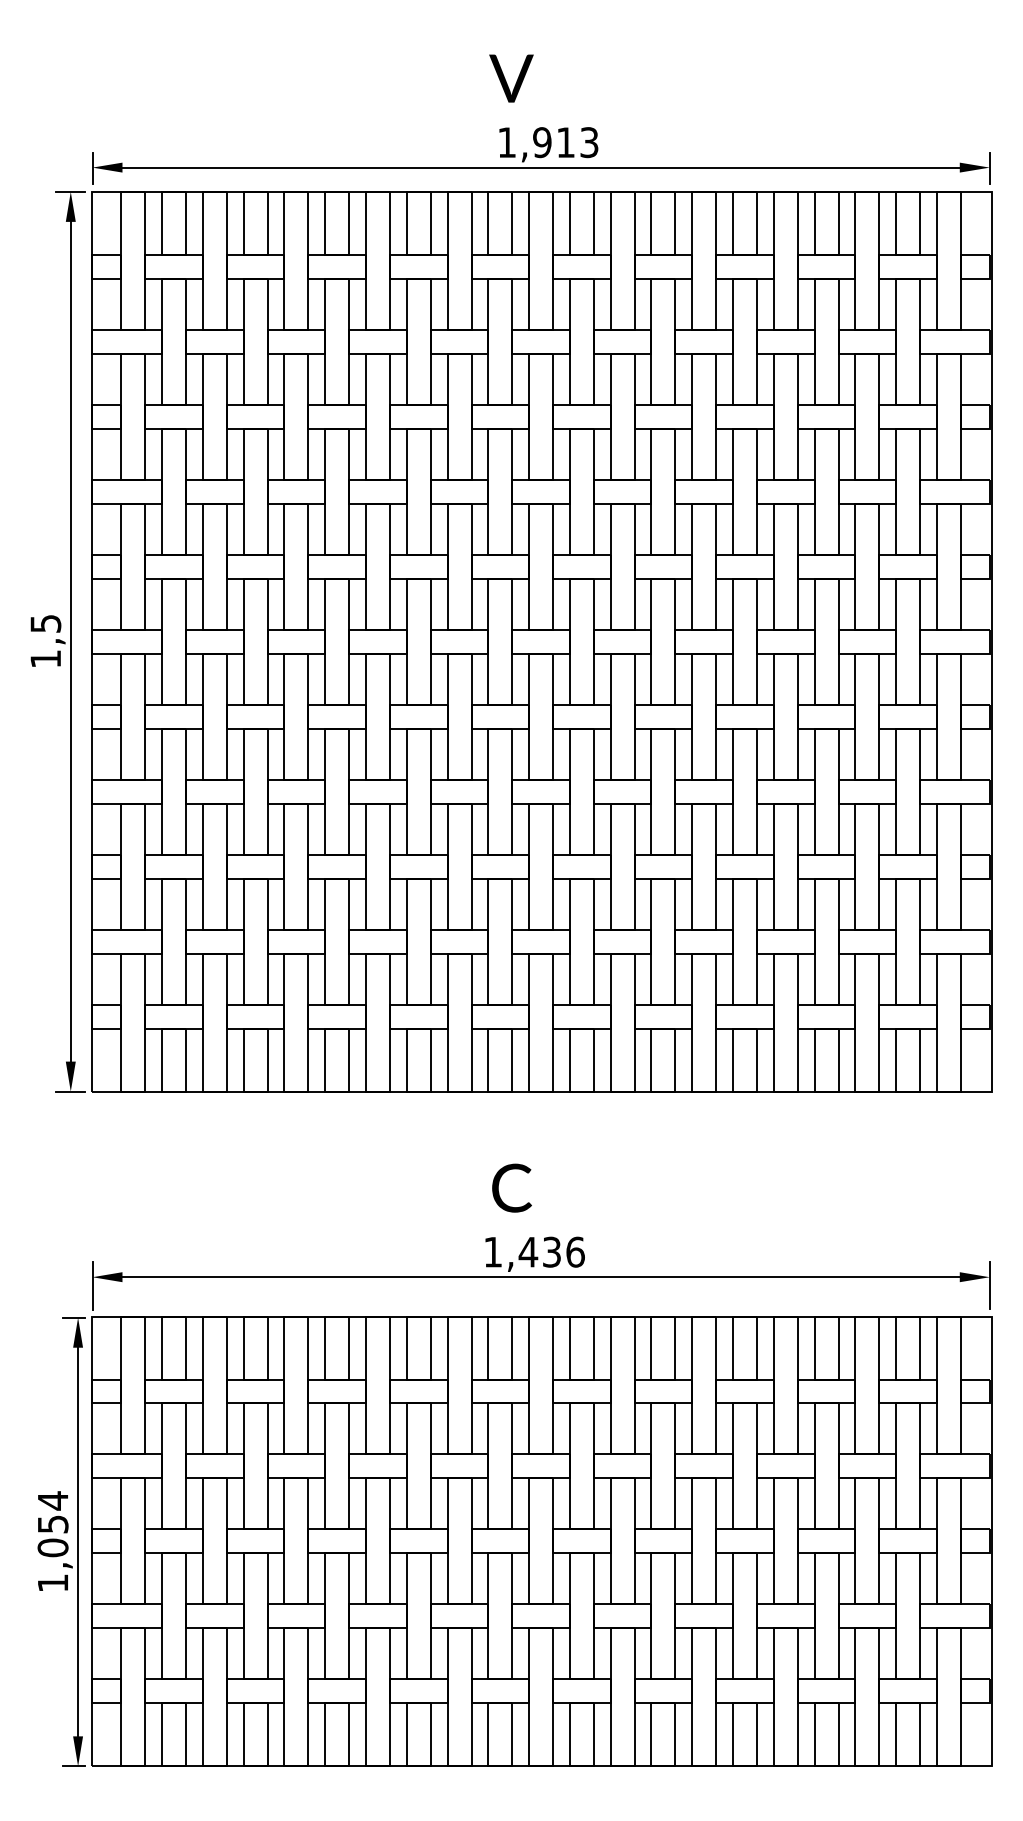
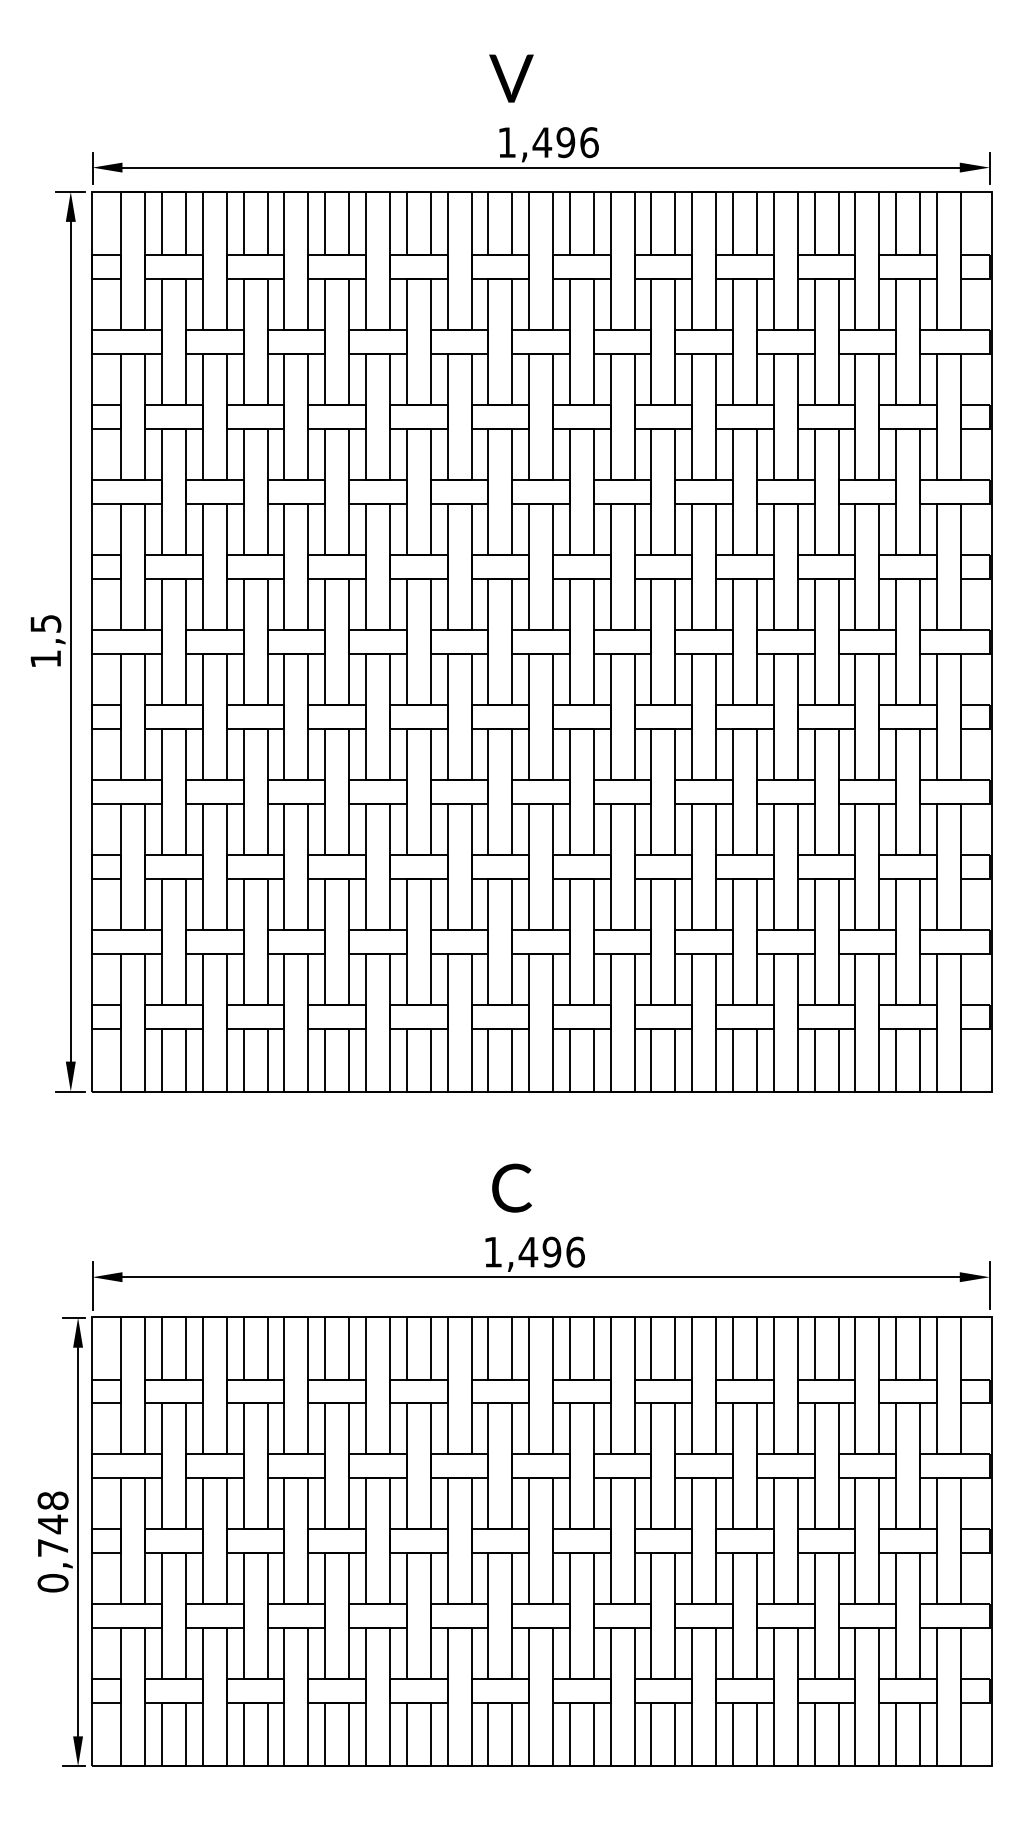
text at (565, 142): 1,913 -> 1,496
text at (551, 1251): 1,436 -> 1,496
text at (52, 1541): 1,054 -> 0,748
